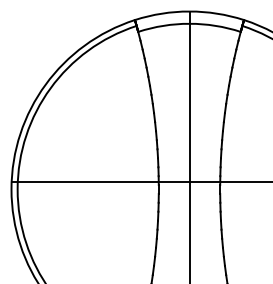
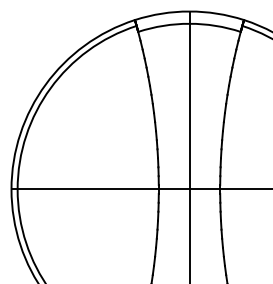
line at (140, 182) position: (140, 182) -> (140, 189)
